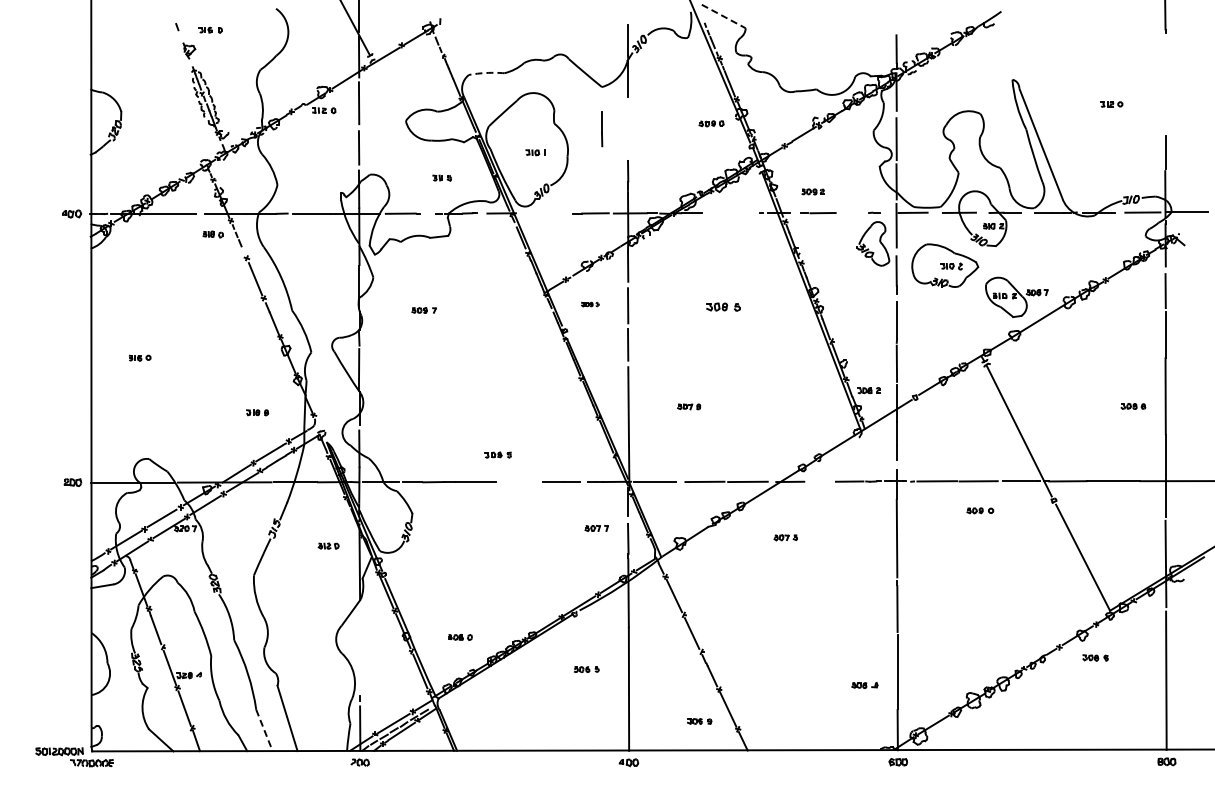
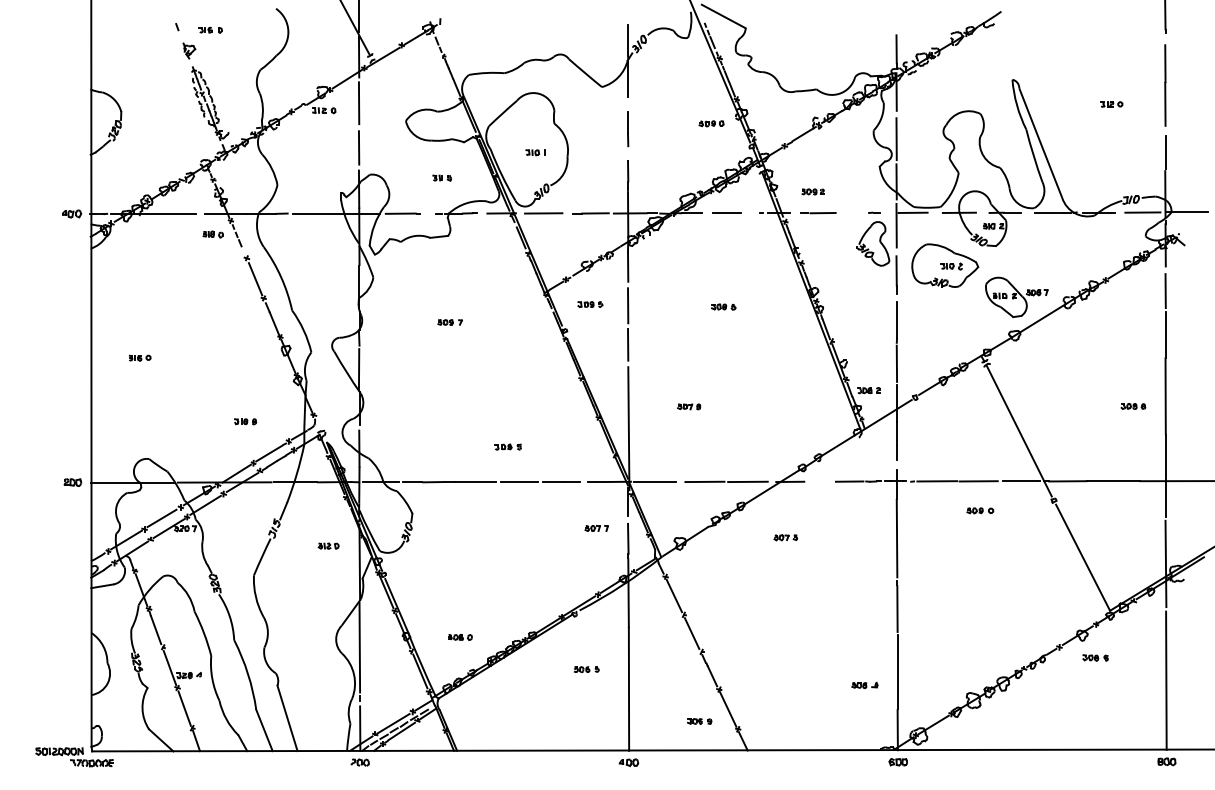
line at (723, 16): dashed -> solid
arc at (486, 72): dashed -> solid
line at (1165, 85): none -> present
line at (602, 129) position: (602, 129) -> (628, 129)
line at (726, 212): none -> present
line at (543, 213): none -> present
part at (590, 304) size: 19x7 px -> 27x7 px
part at (723, 306) size: 35x10 px -> 26x8 px
part at (423, 310) position: (423, 310) -> (449, 322)
part at (257, 412) position: (257, 412) -> (245, 421)
part at (497, 454) position: (497, 454) -> (507, 446)
line at (519, 482): none -> present
line at (359, 647): none -> present
line at (264, 730): dashed -> solid
